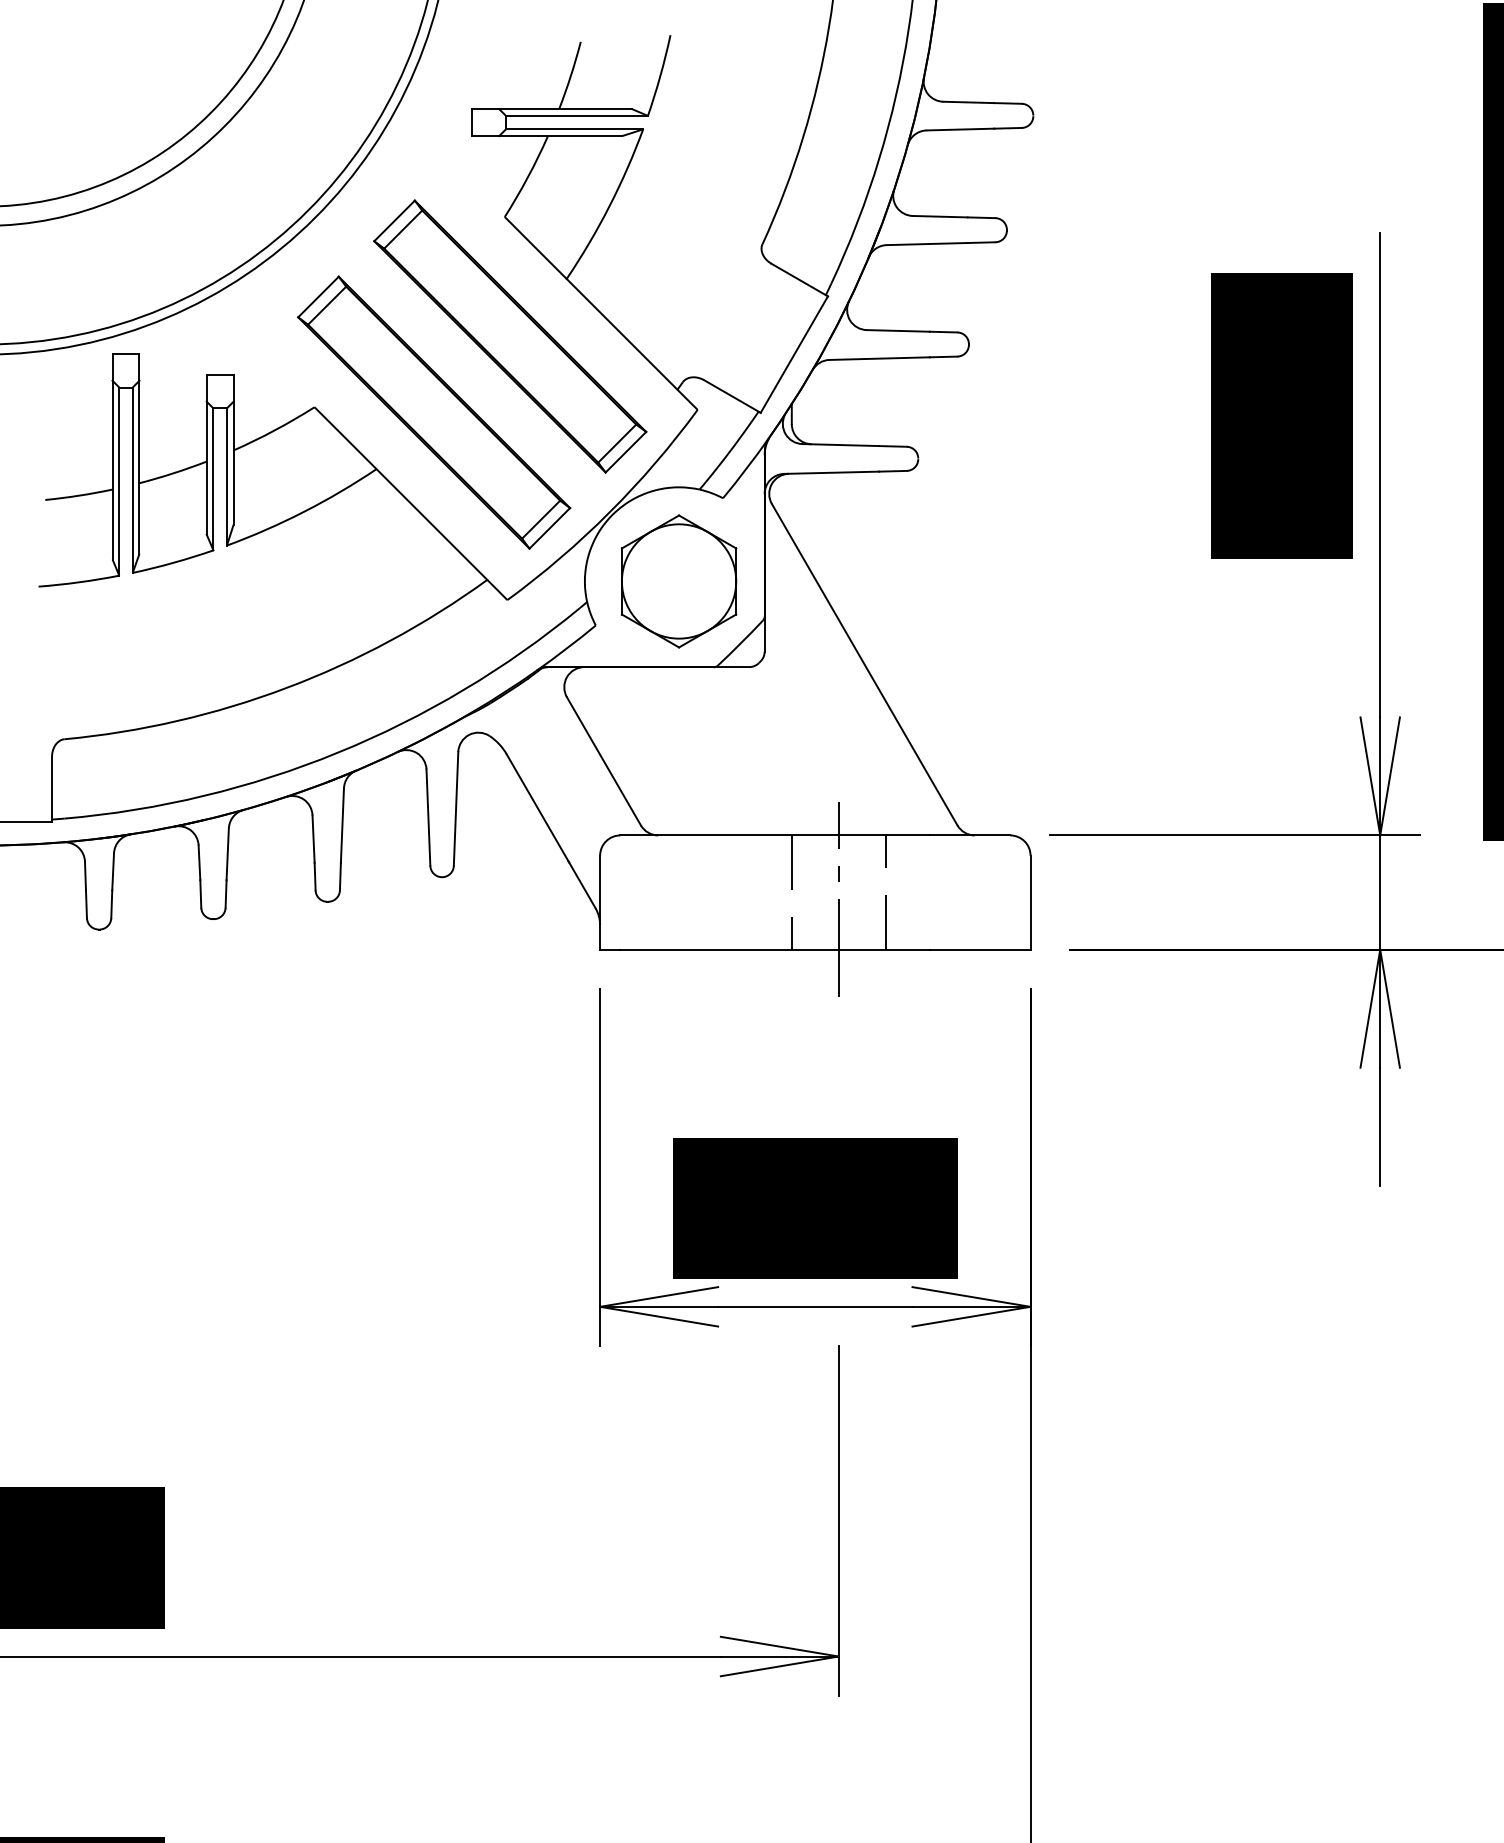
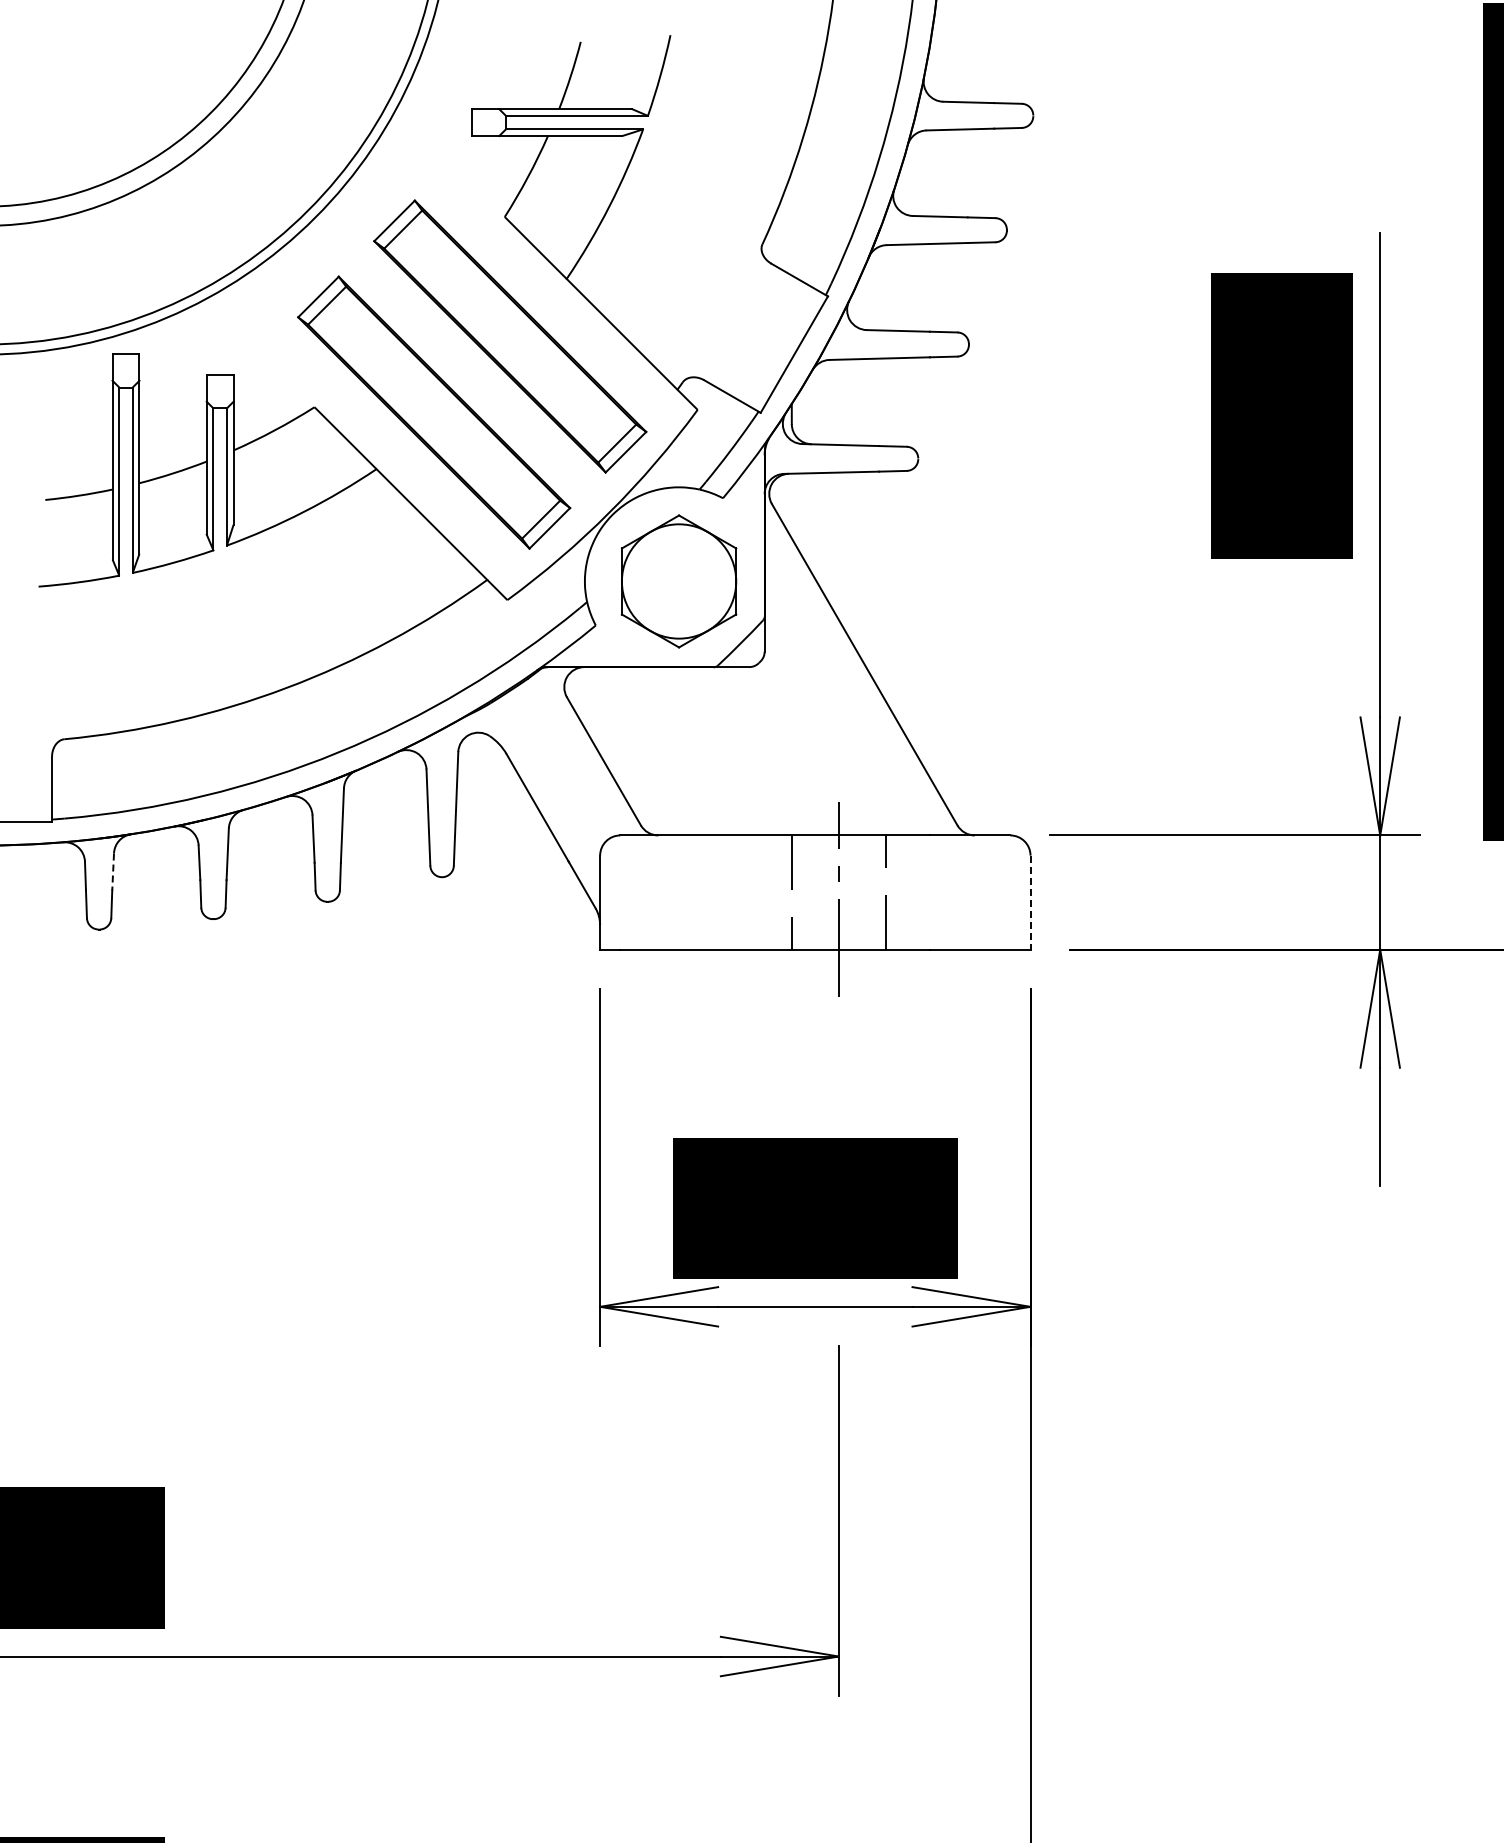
line at (113, 872): solid -> dashed
line at (1030, 903): solid -> dashed
